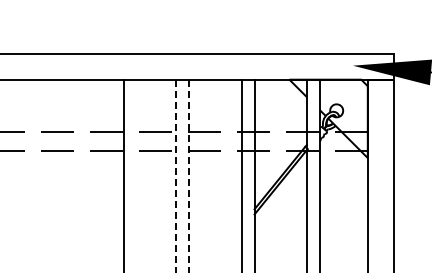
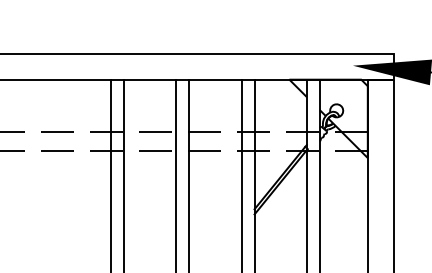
line at (110, 174): none -> present
line at (176, 176): dashed -> solid
line at (189, 176): dashed -> solid
